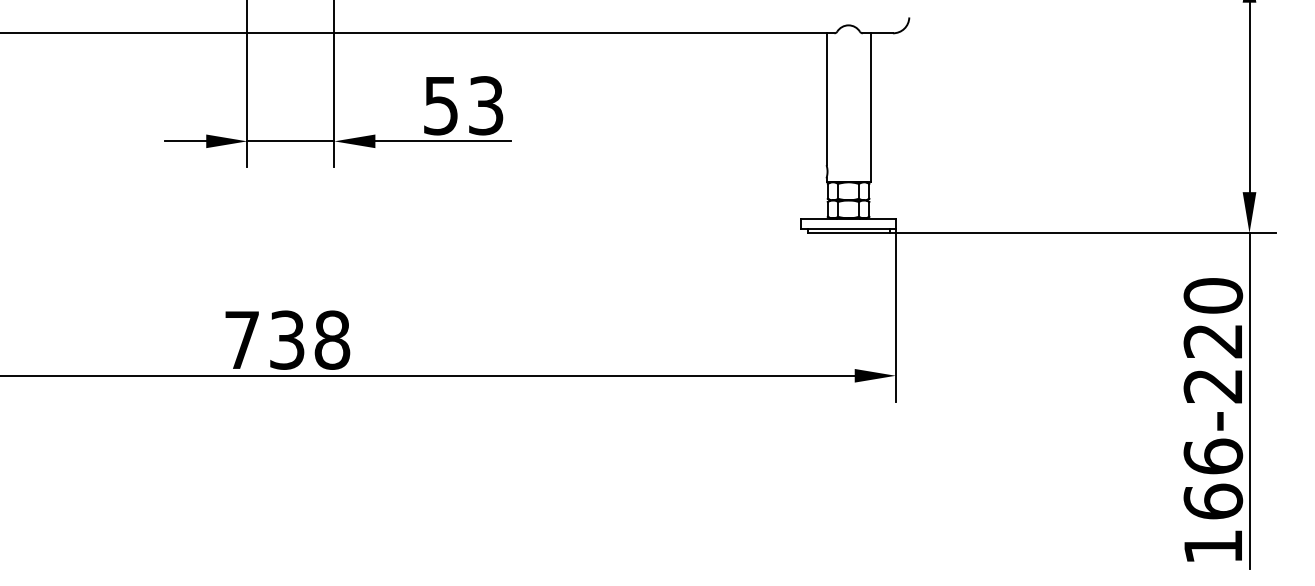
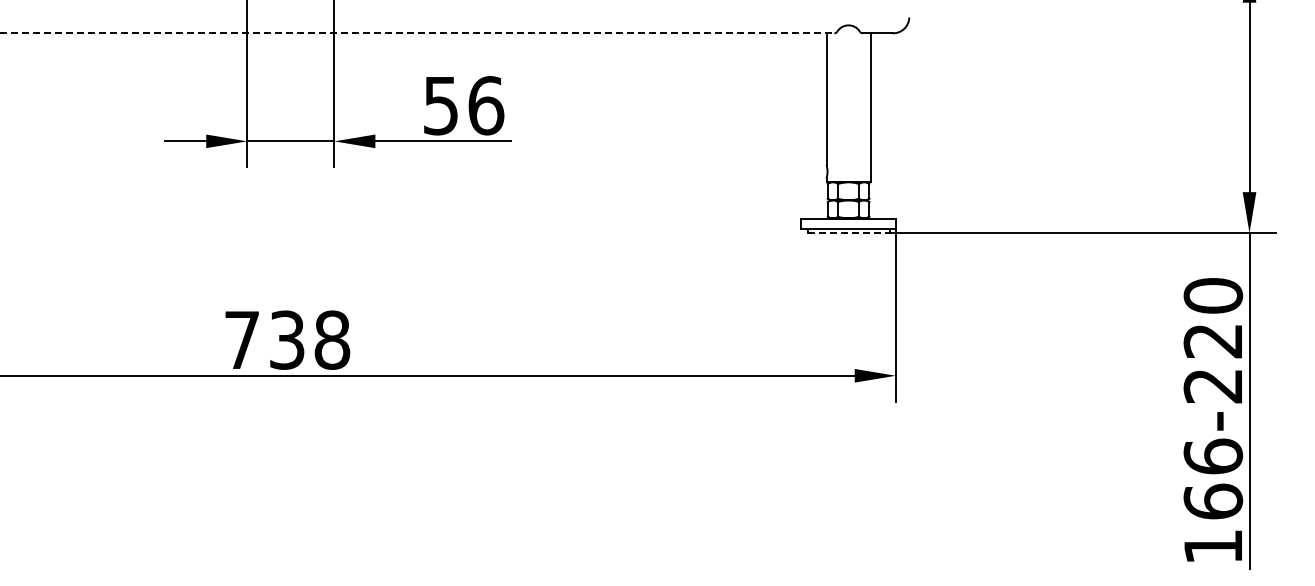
line at (417, 33): solid -> dashed
text at (486, 105): 53 -> 56
line at (849, 233): solid -> dashed
